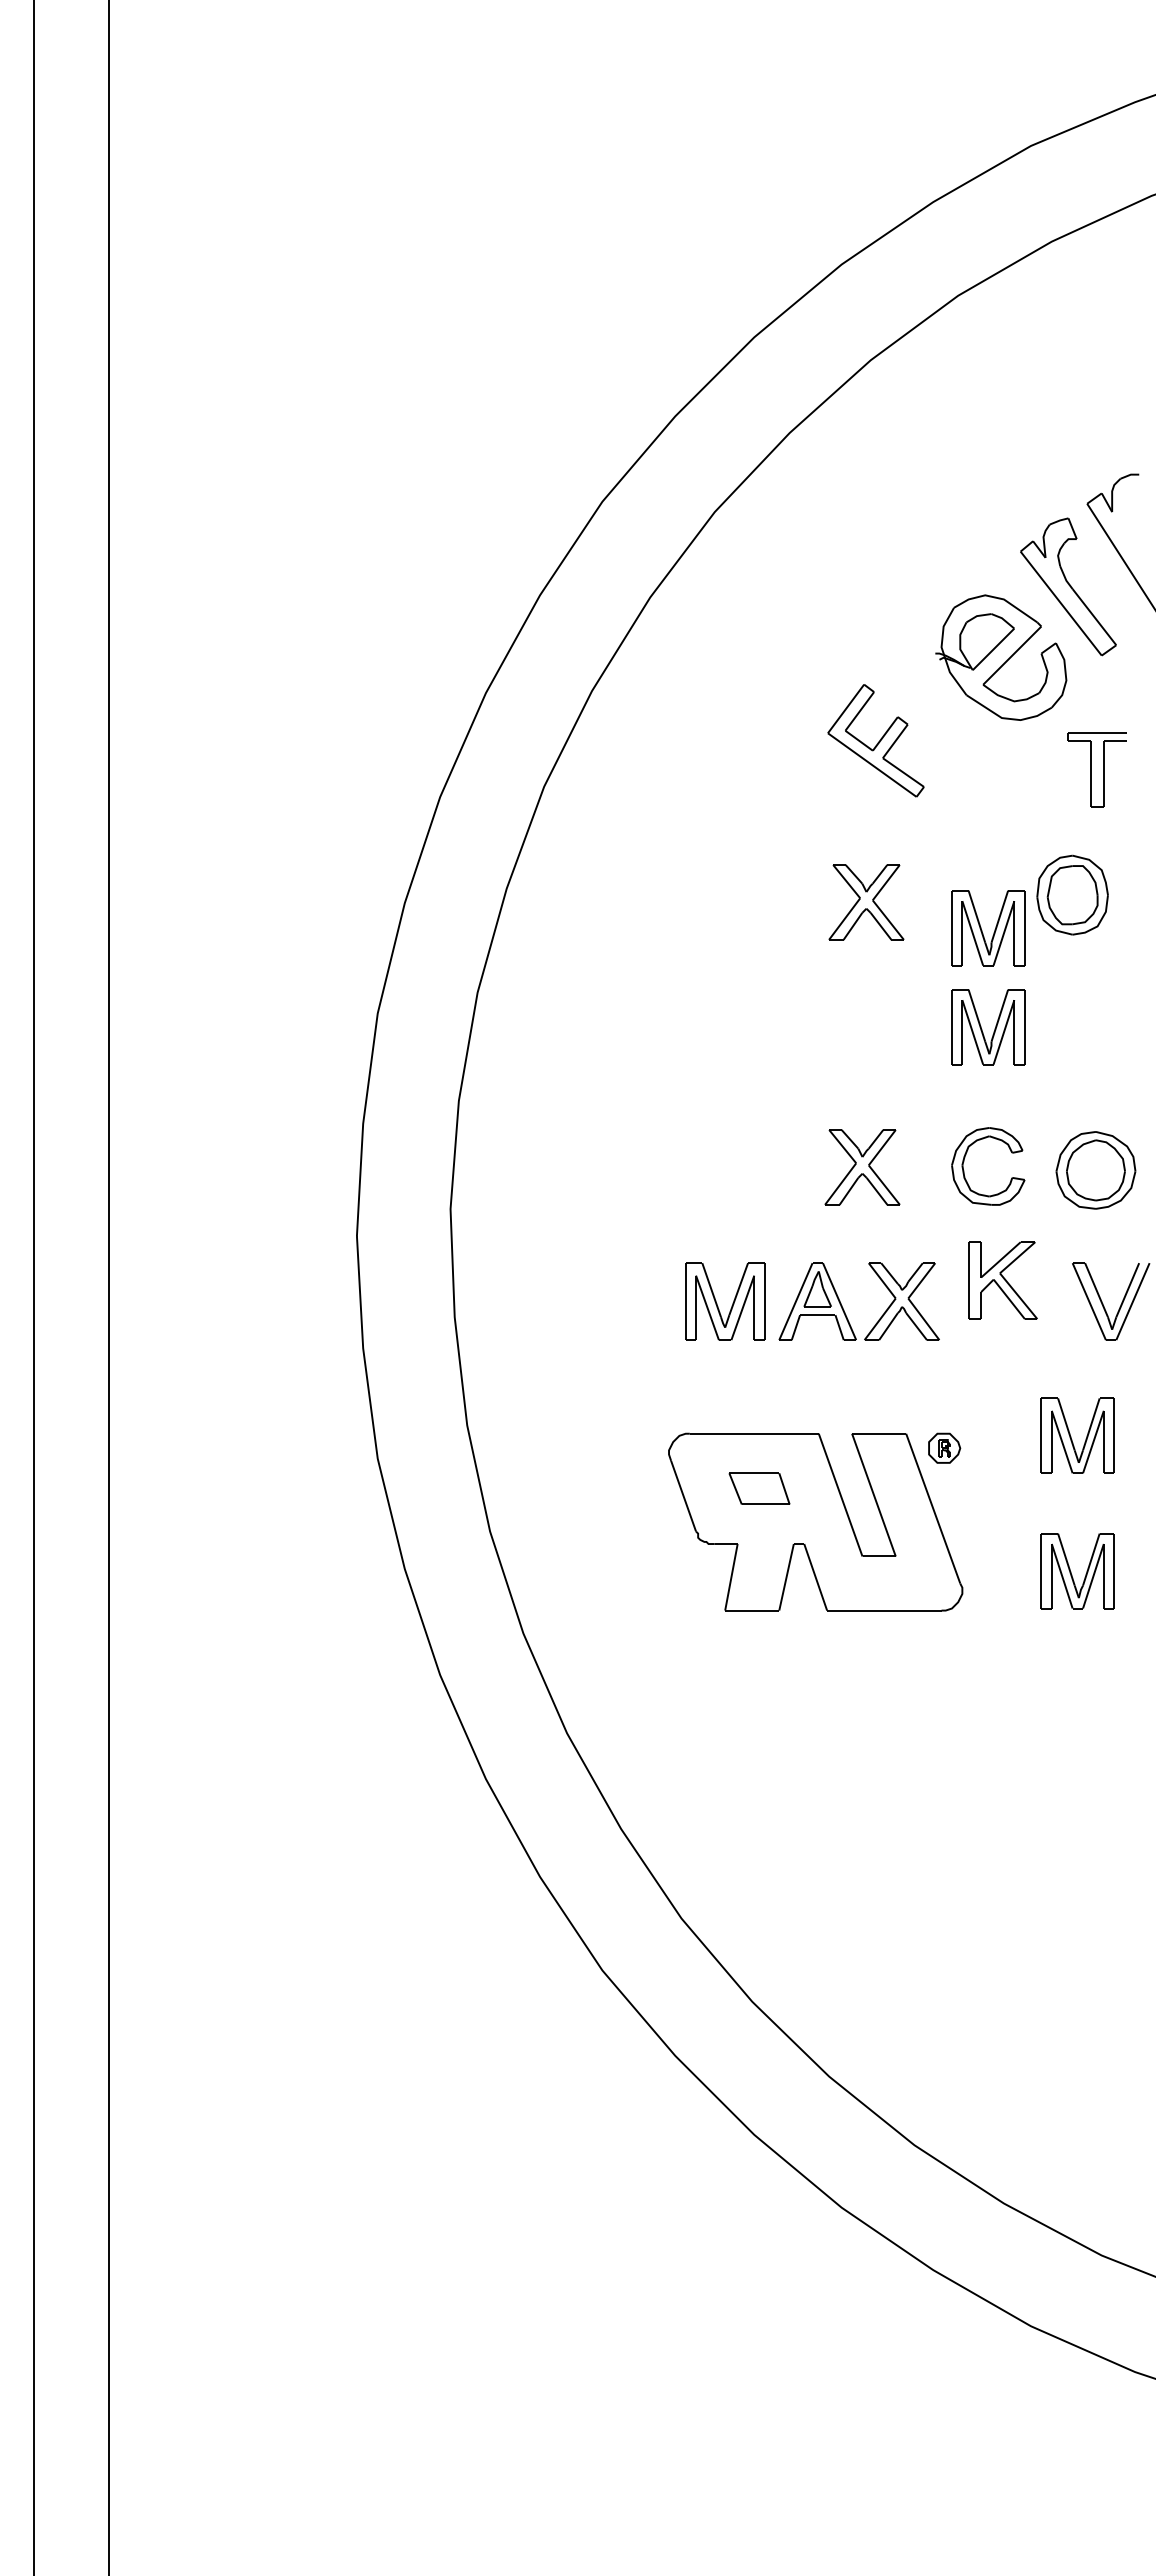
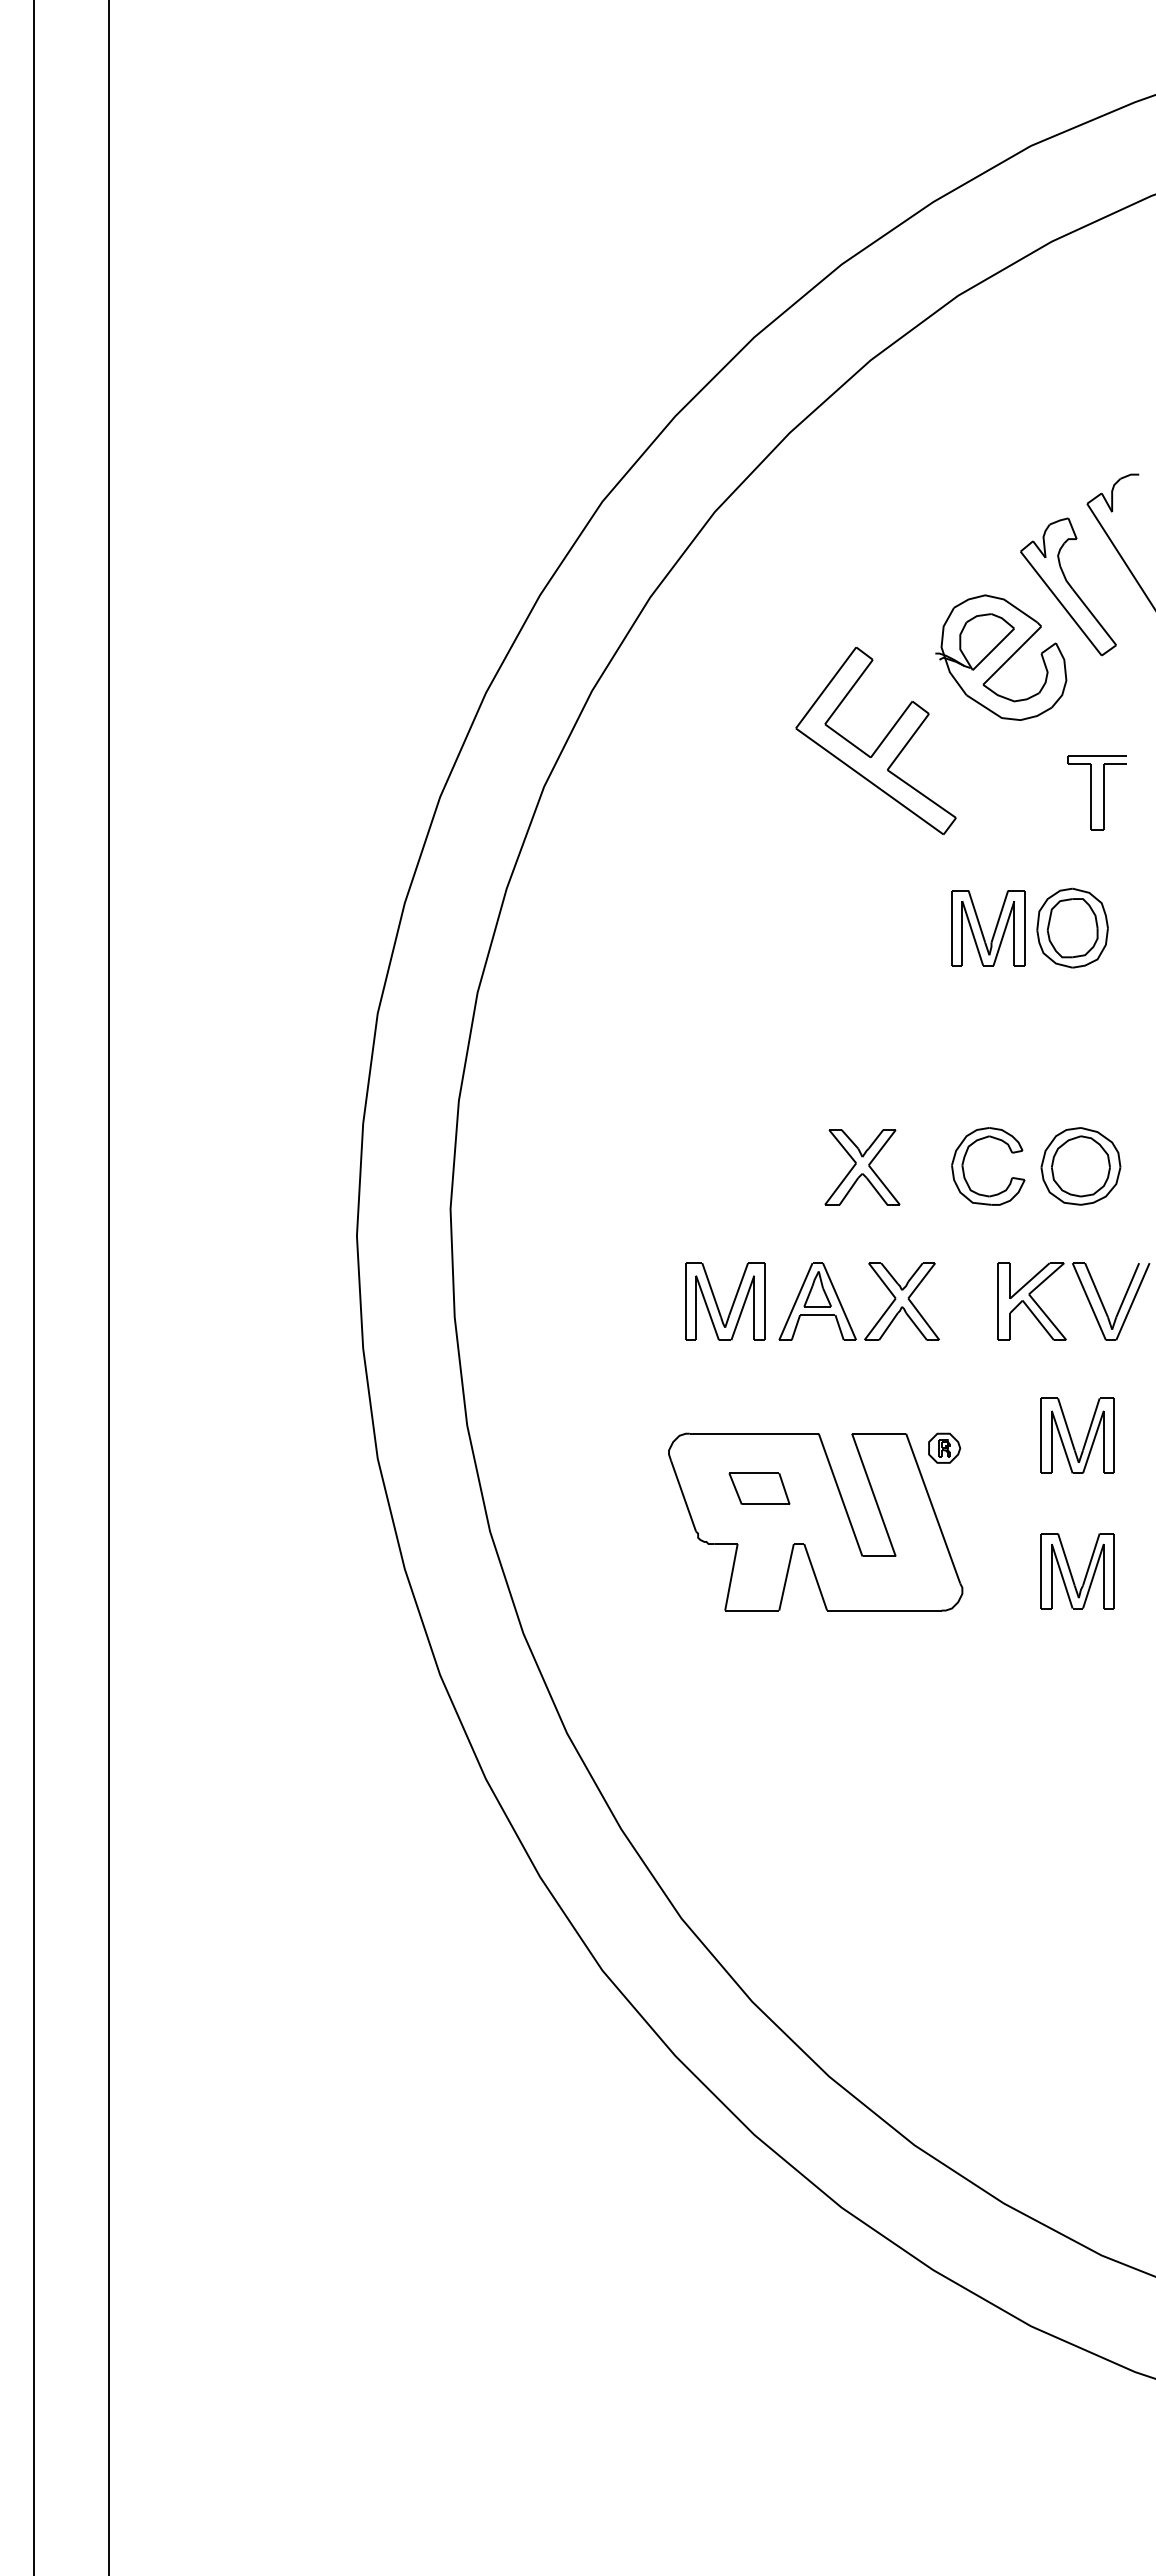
part at (875, 740) size: 98x114 px -> 162x189 px
part at (1096, 769) position: (1096, 769) -> (1096, 792)
part at (1072, 894) position: (1072, 894) -> (1072, 927)
part at (866, 902): present -> none
part at (994, 1028): present -> none
part at (1095, 1170) position: (1095, 1170) -> (1080, 1166)
part at (1002, 1280) position: (1002, 1280) -> (1031, 1301)
